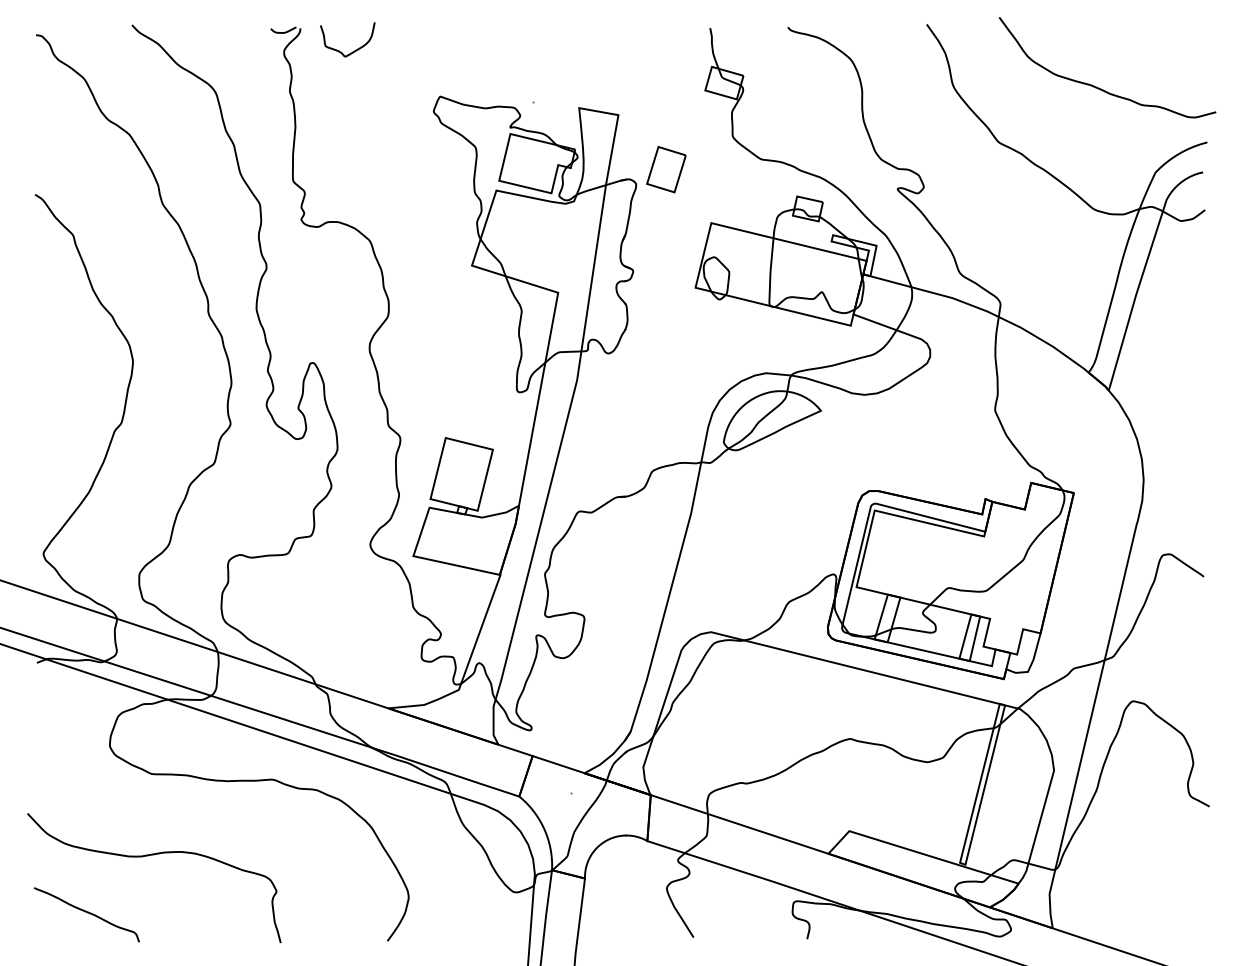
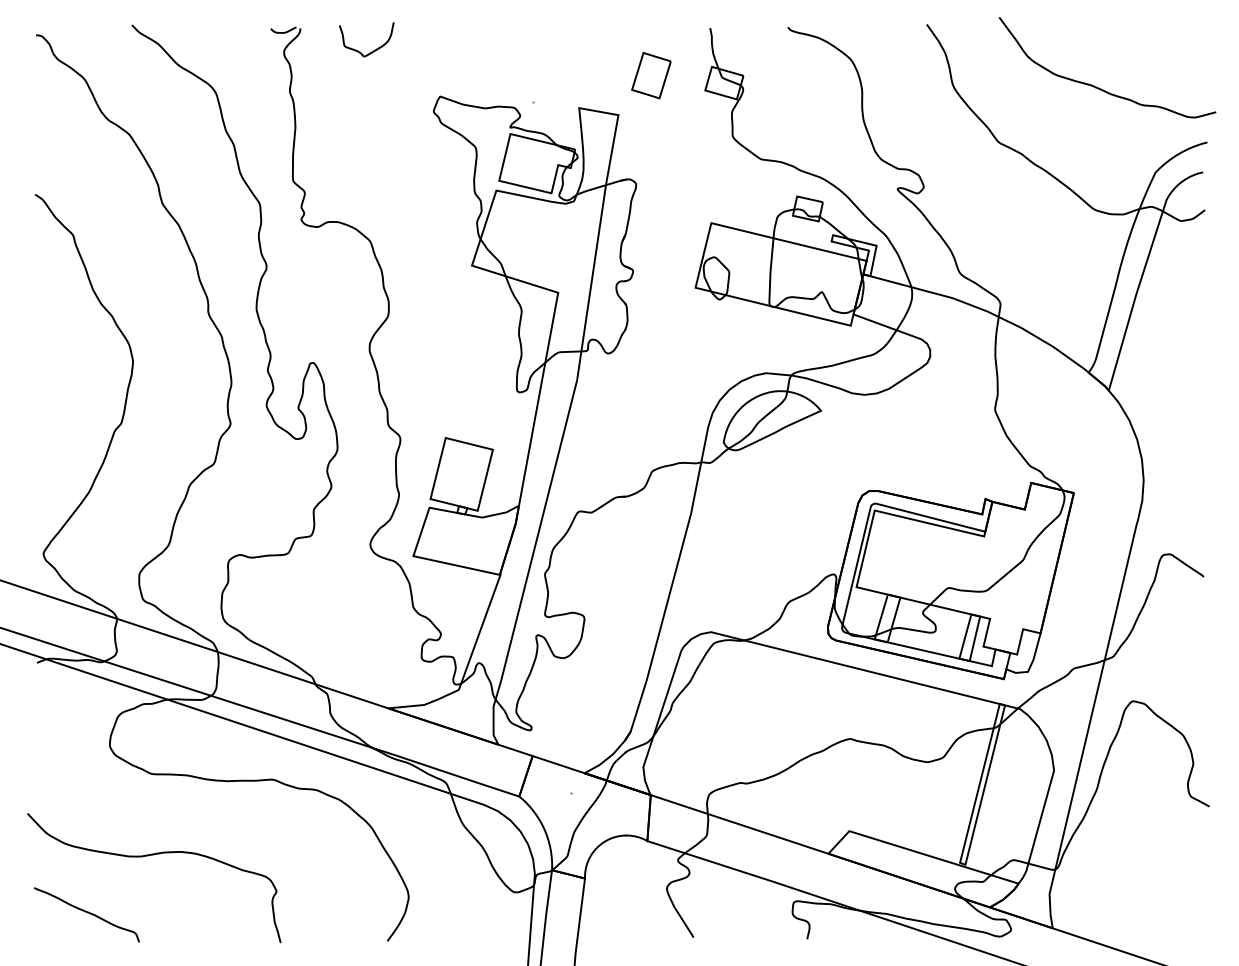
curve at (355, 49) position: (355, 49) -> (374, 49)
part at (666, 169) position: (666, 169) -> (651, 75)
